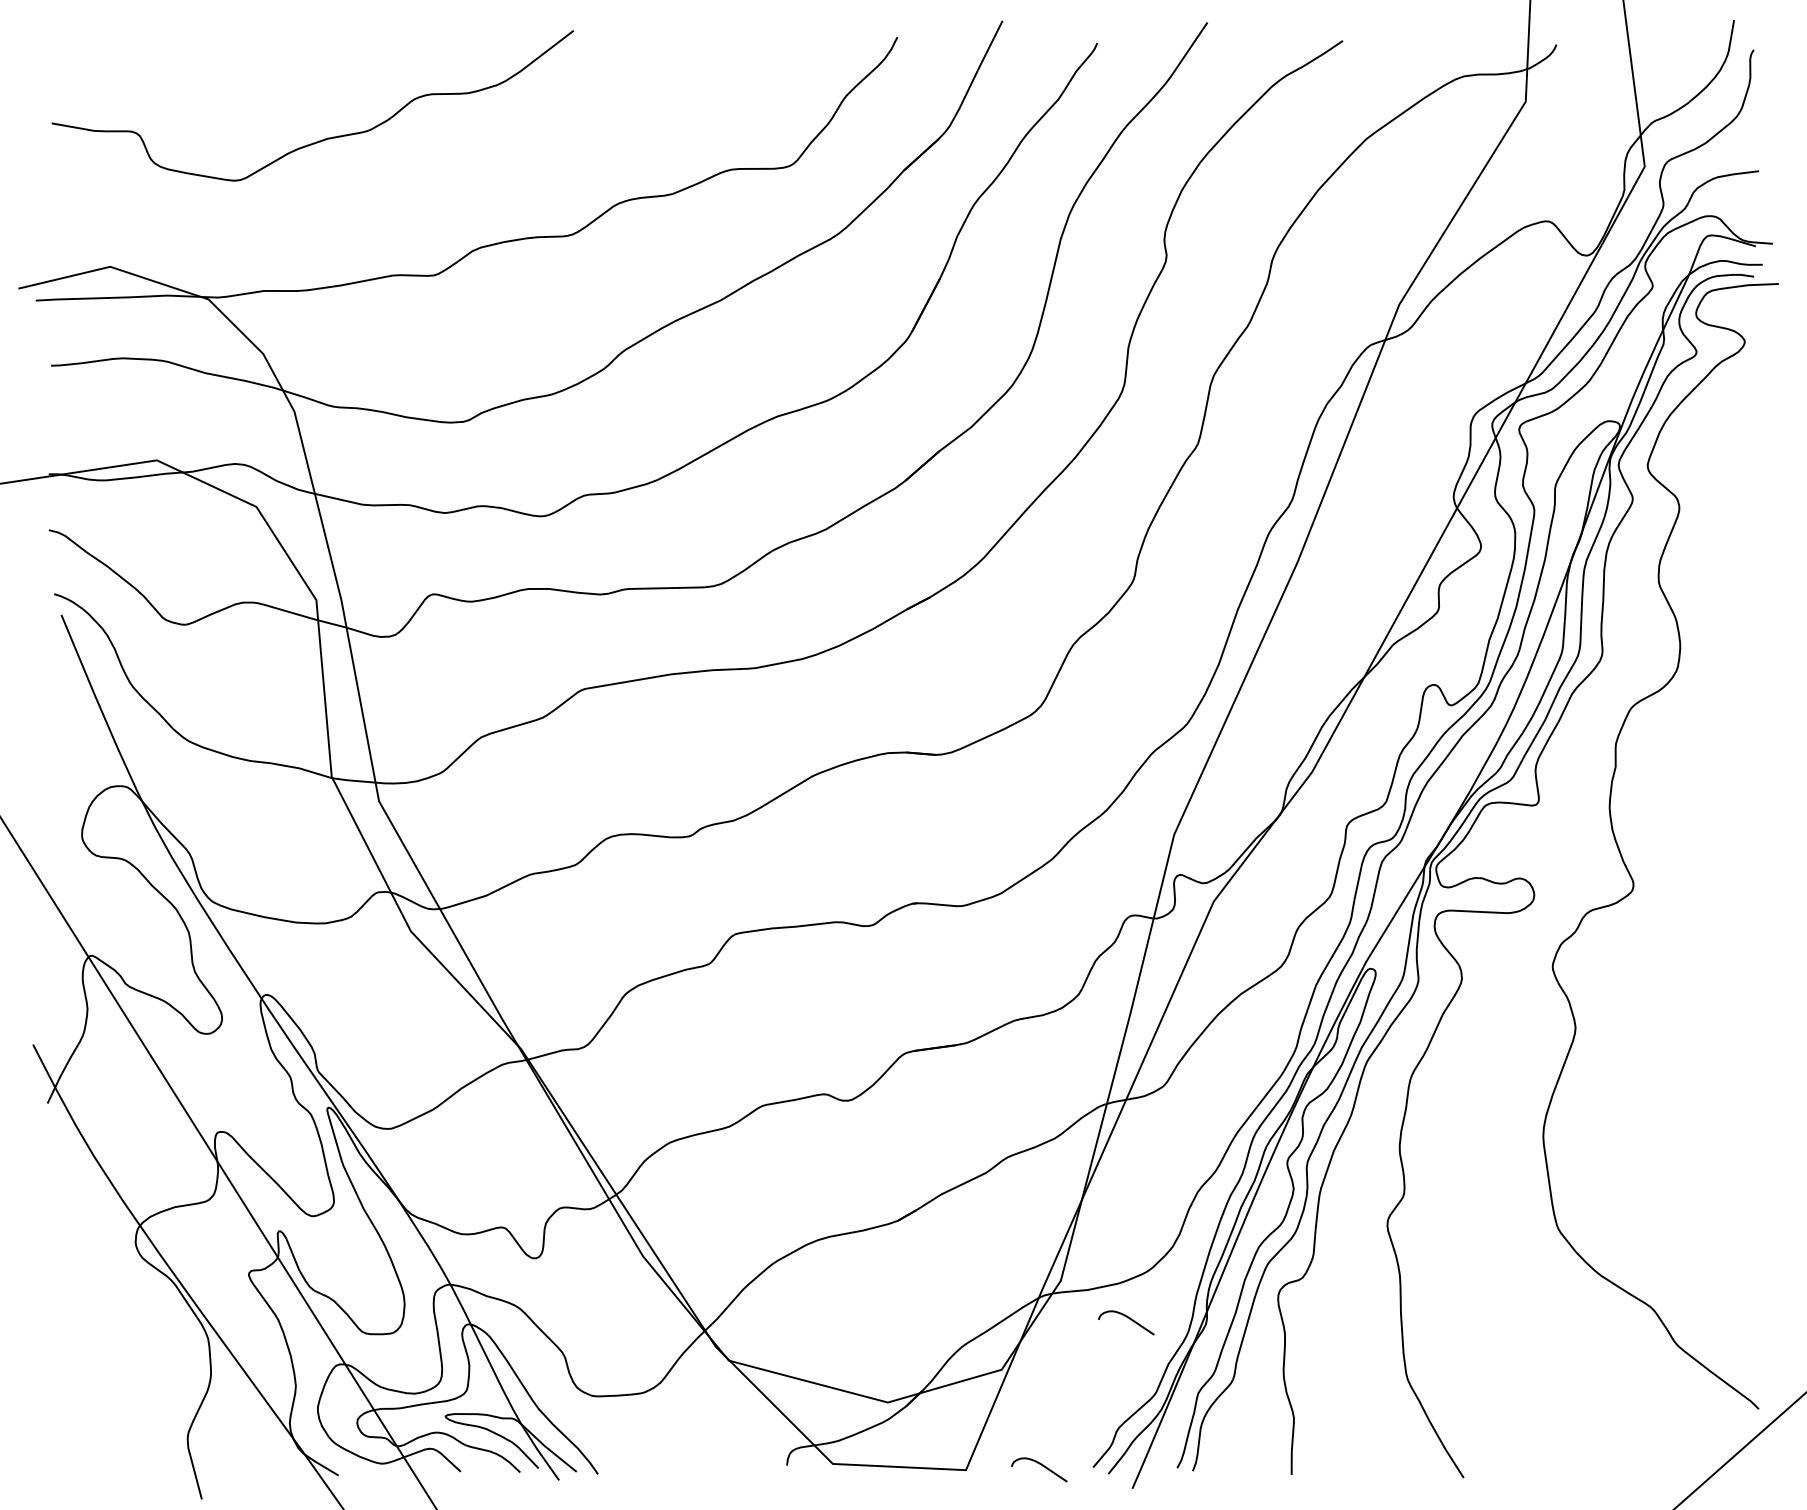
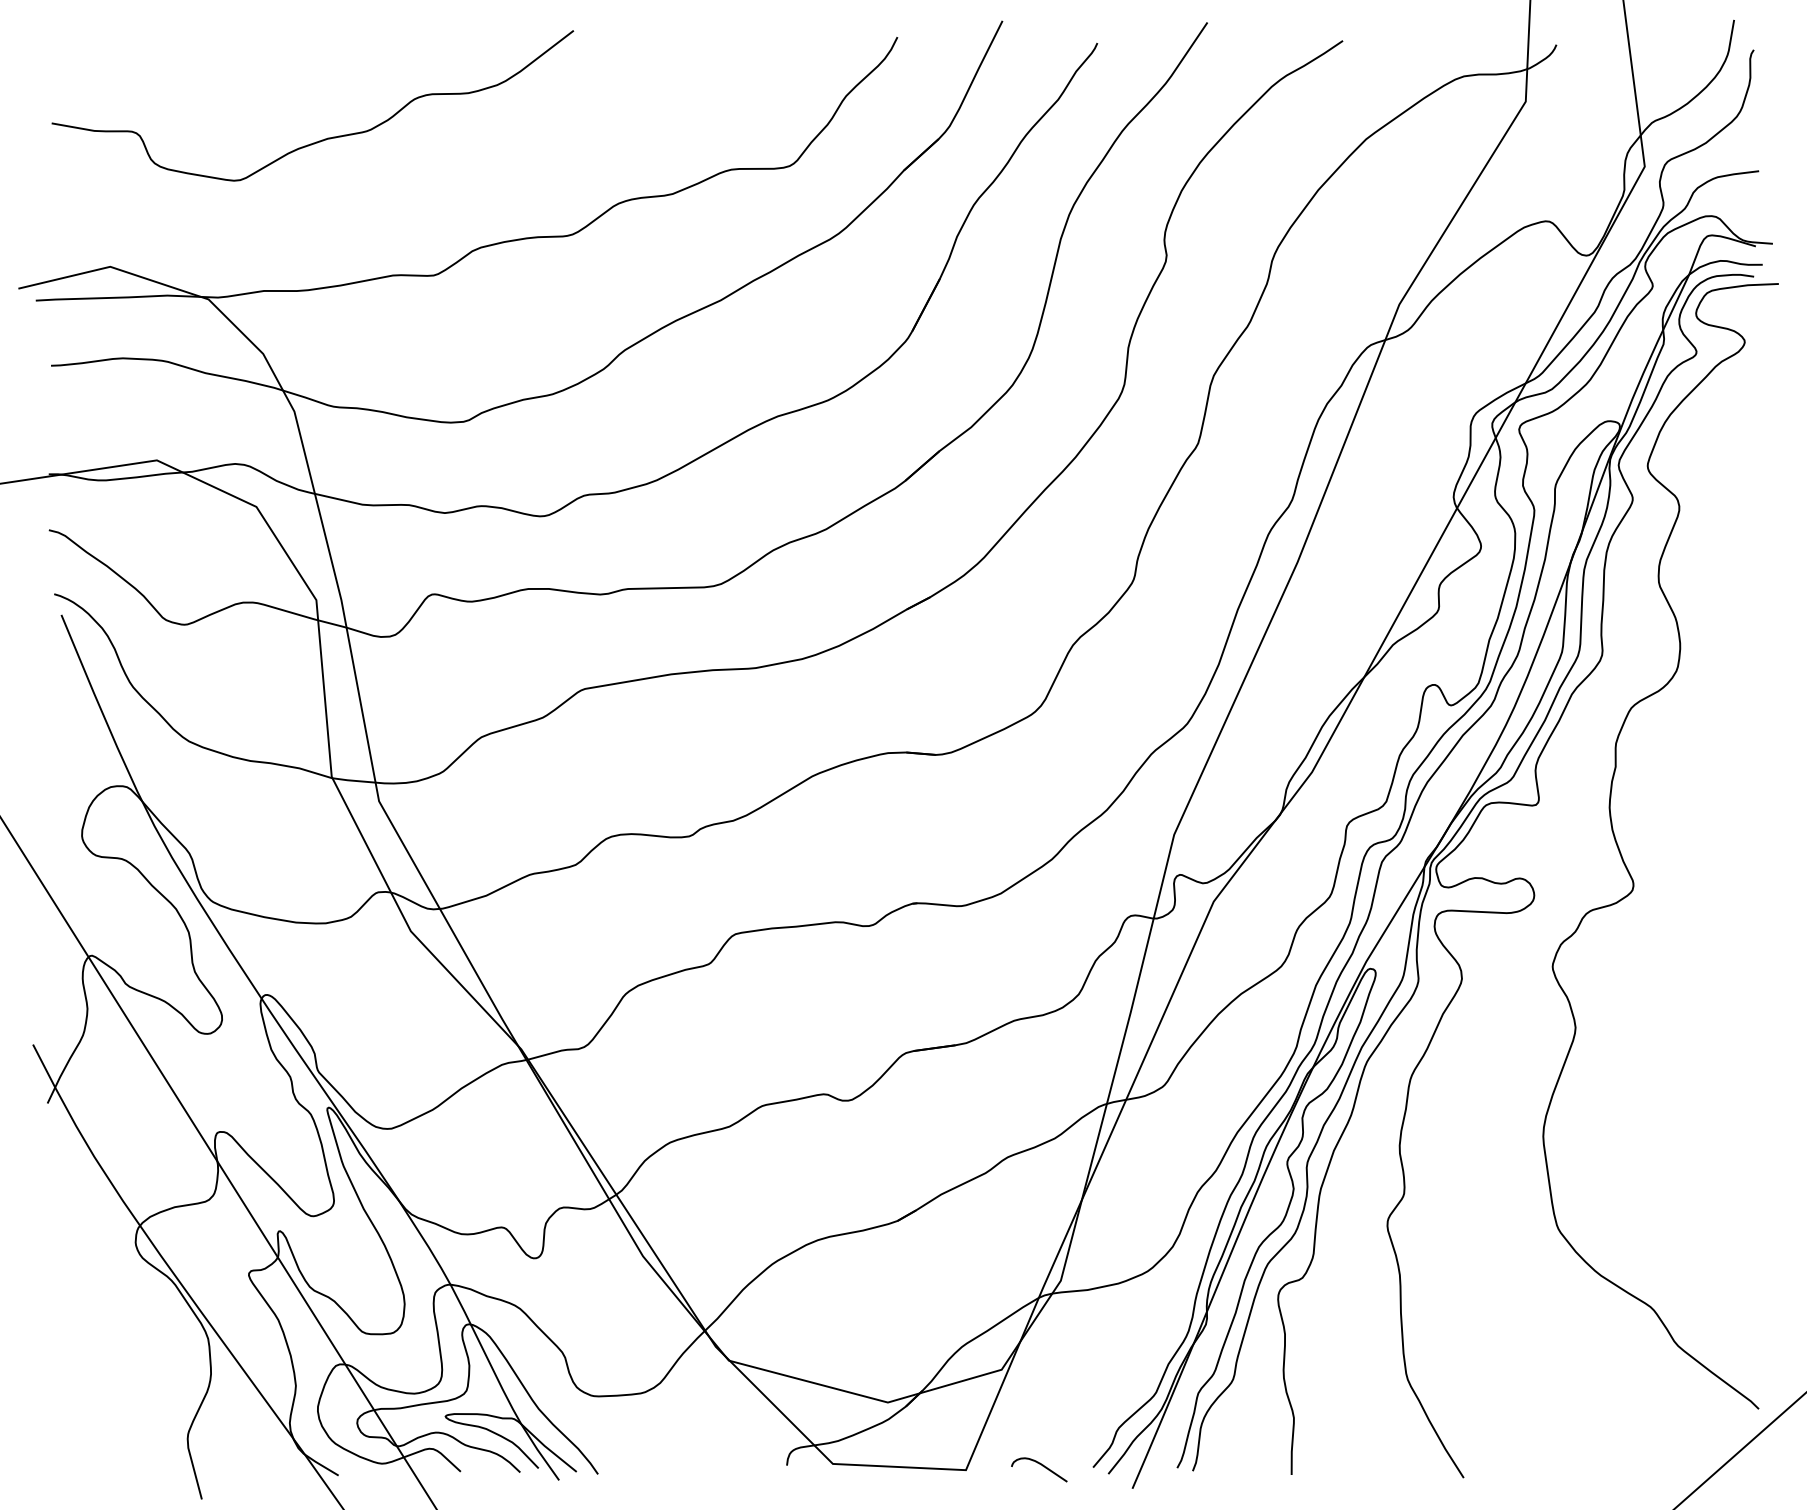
curve at (1129, 1319): present -> none
